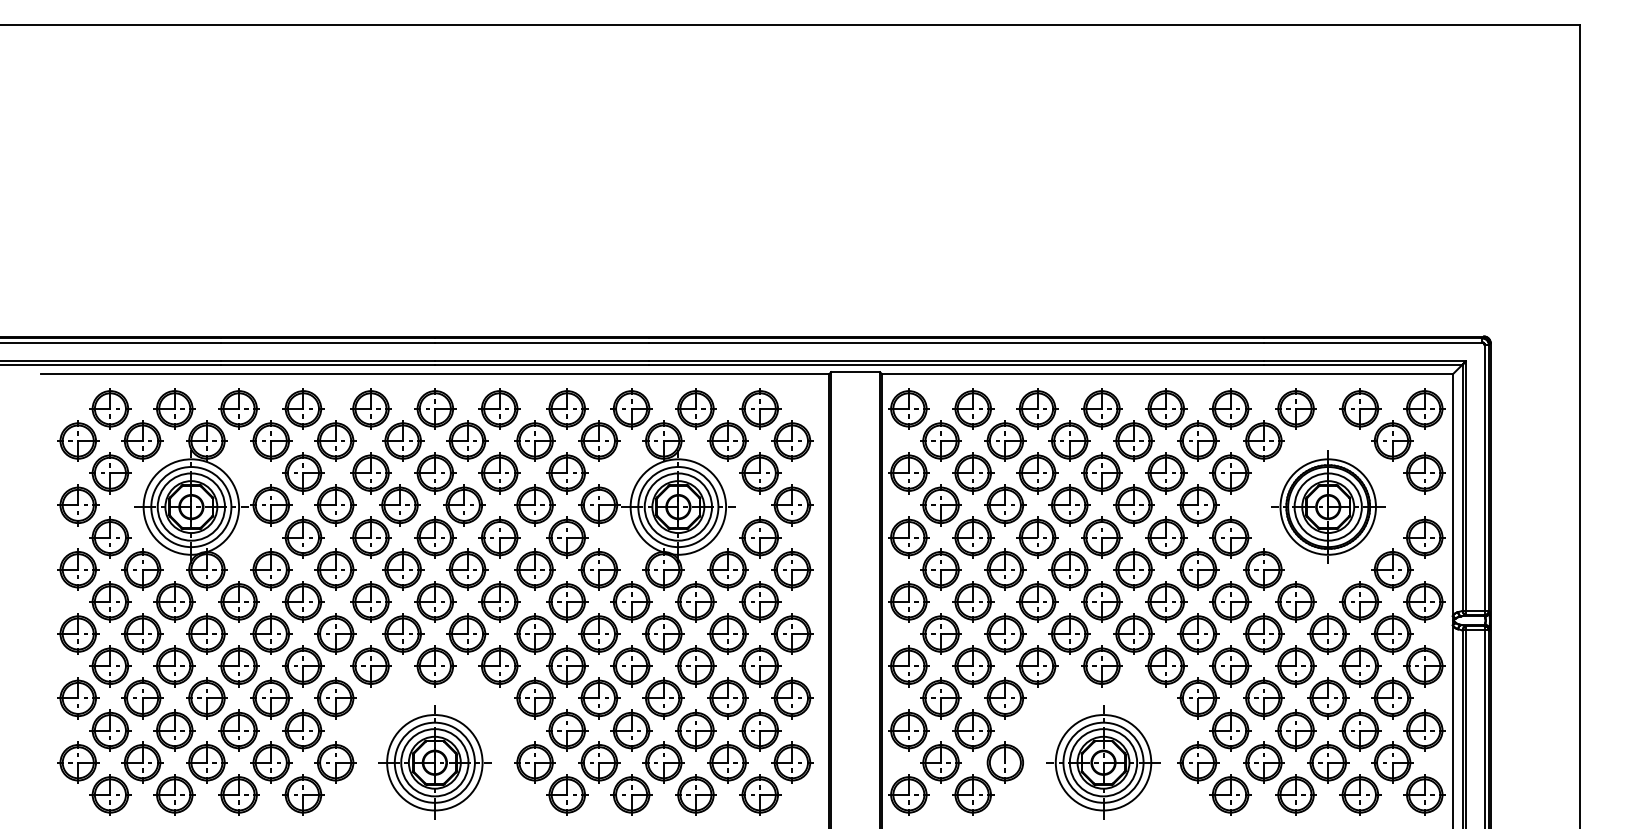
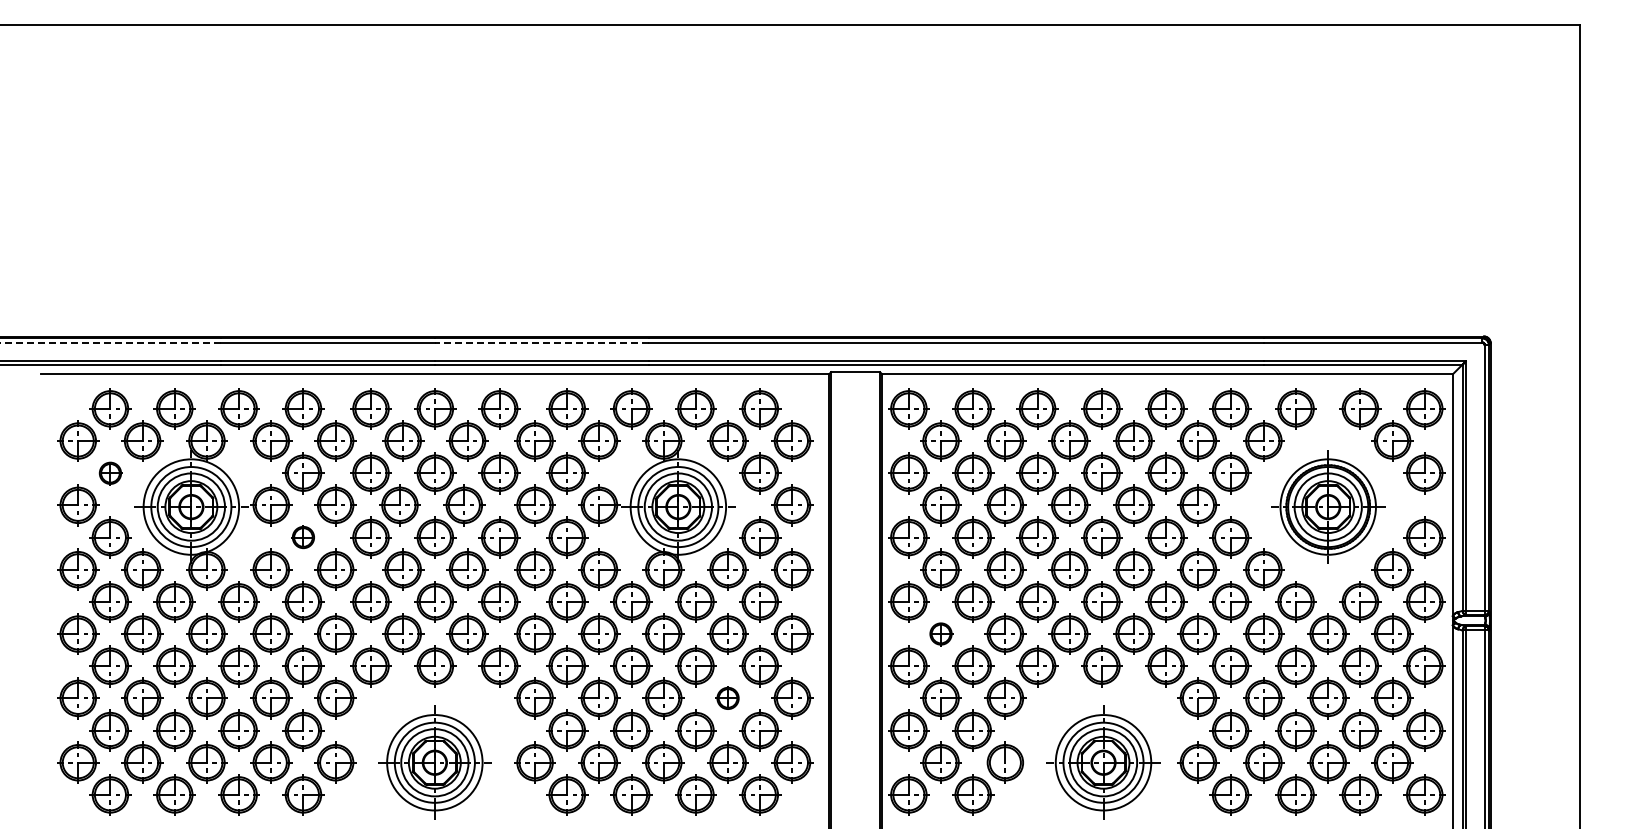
line at (110, 342): solid -> dashed
line at (541, 342): solid -> dashed
part at (110, 473) size: 43x43 px -> 25x25 px
part at (303, 537) size: 43x43 px -> 24x25 px
part at (940, 633) size: 42x42 px -> 25x25 px
part at (727, 698) size: 42x43 px -> 25x24 px
